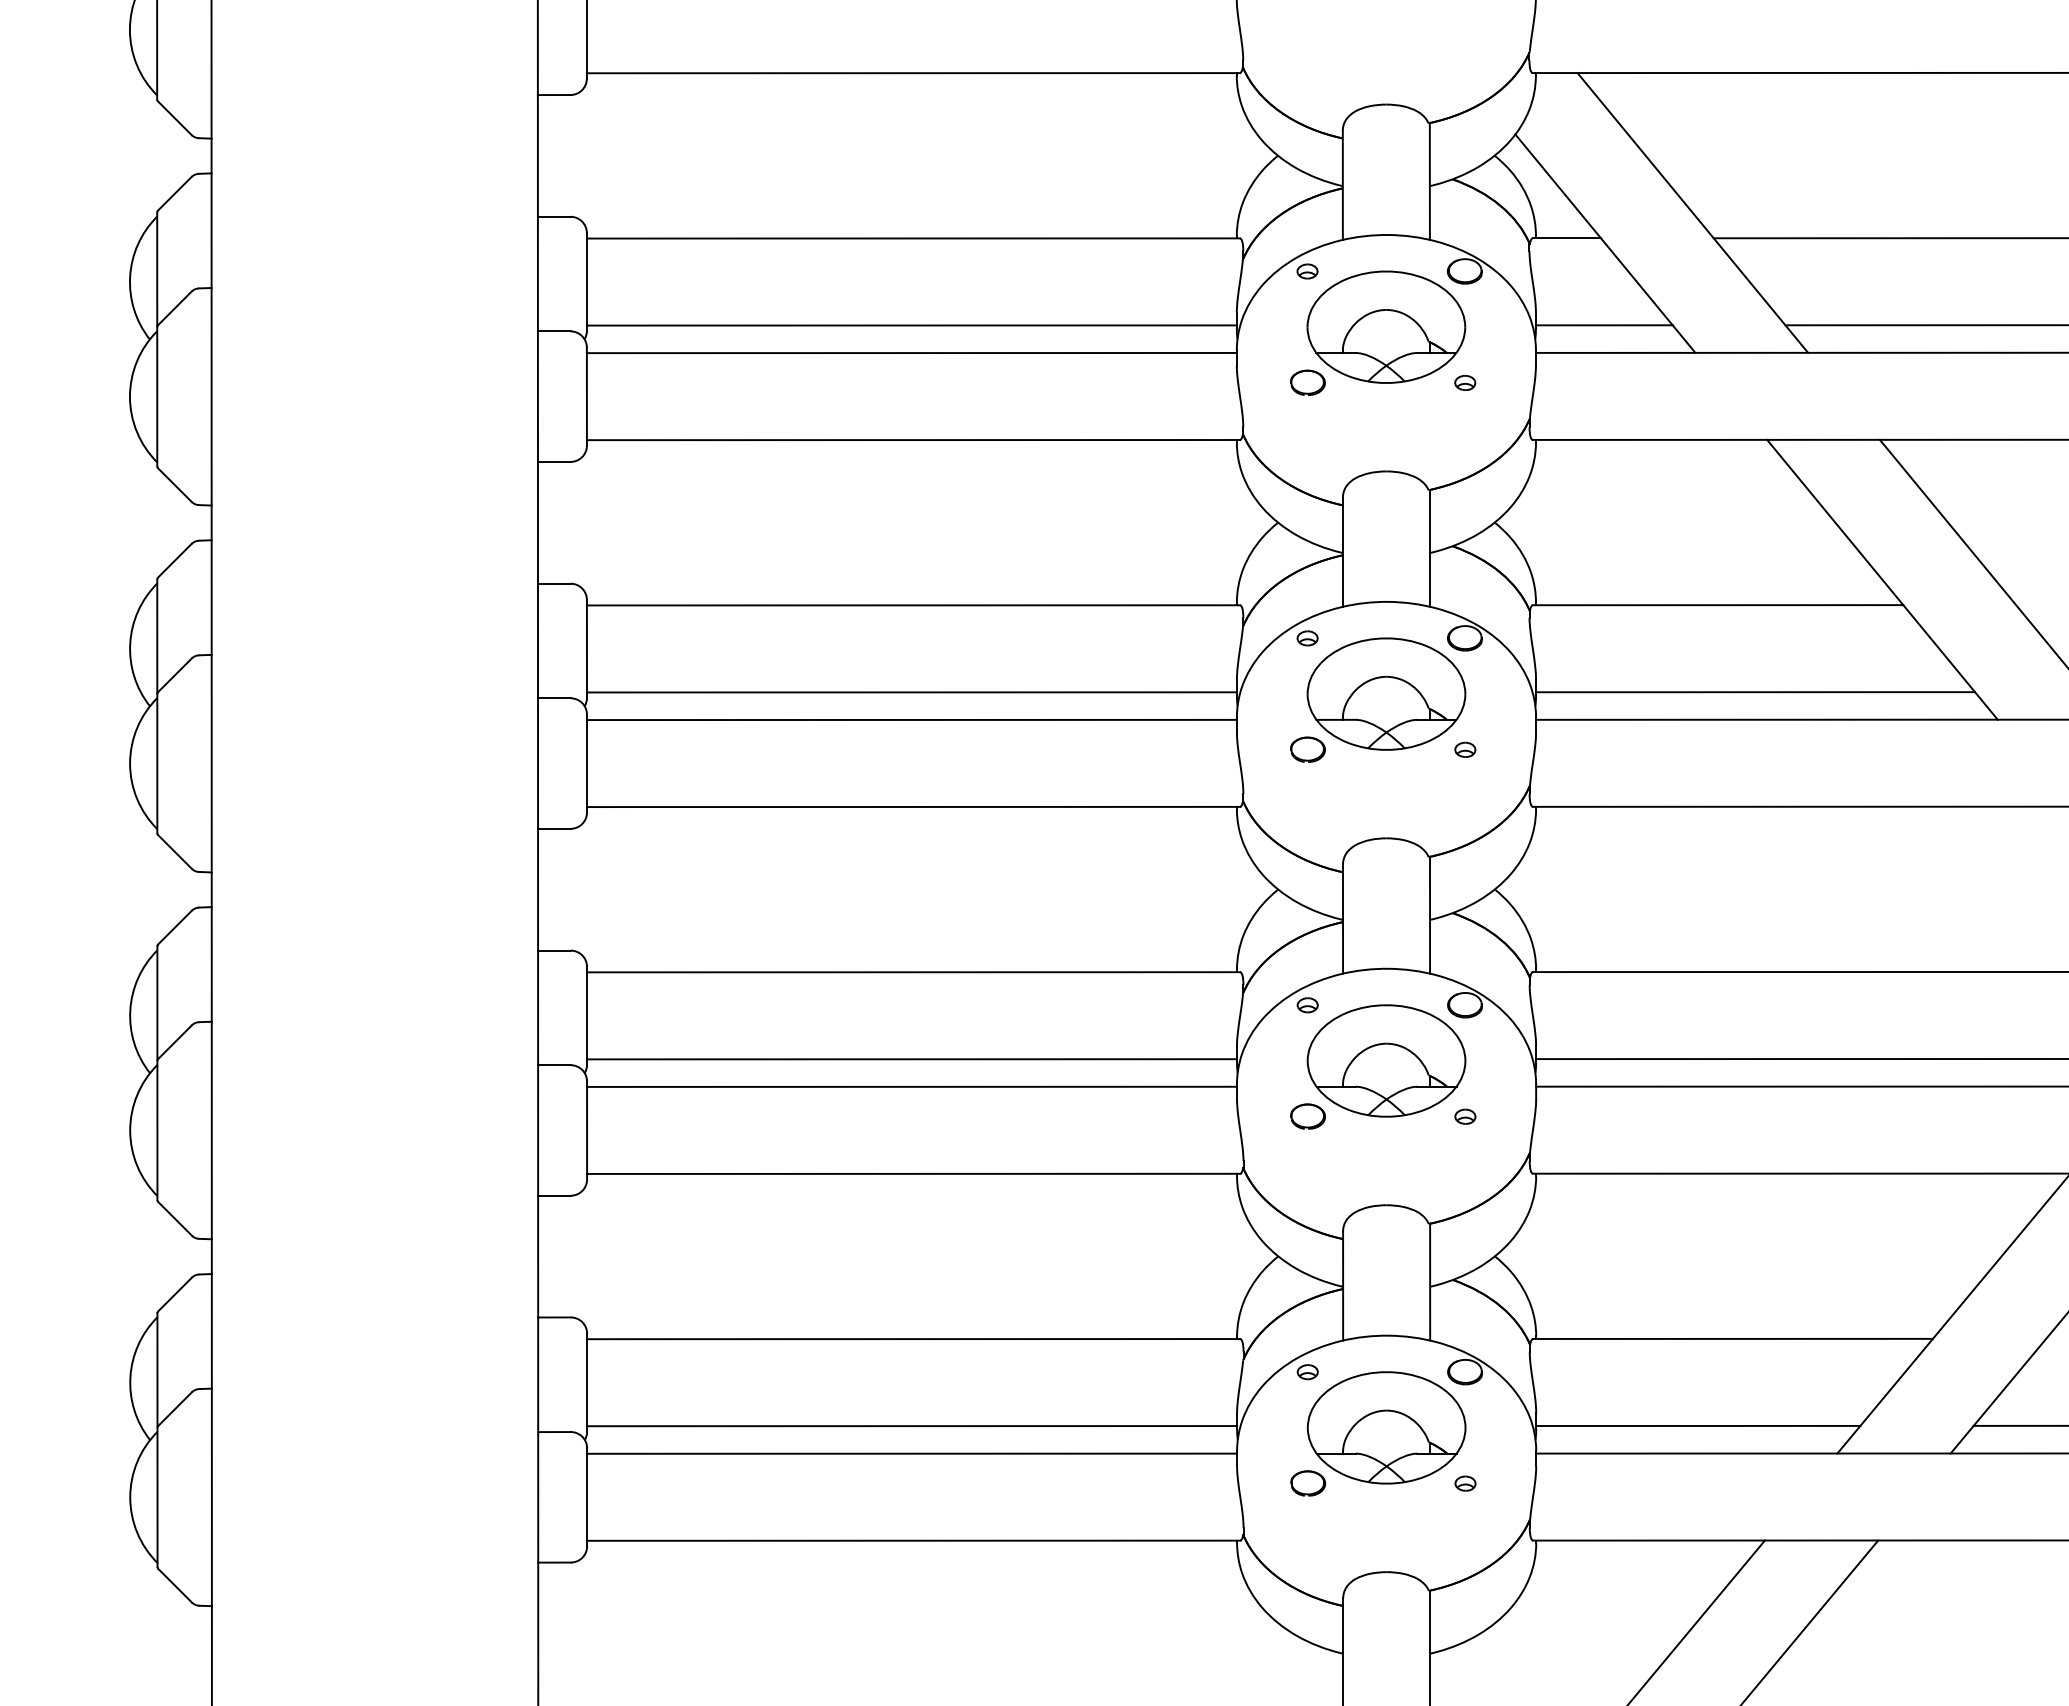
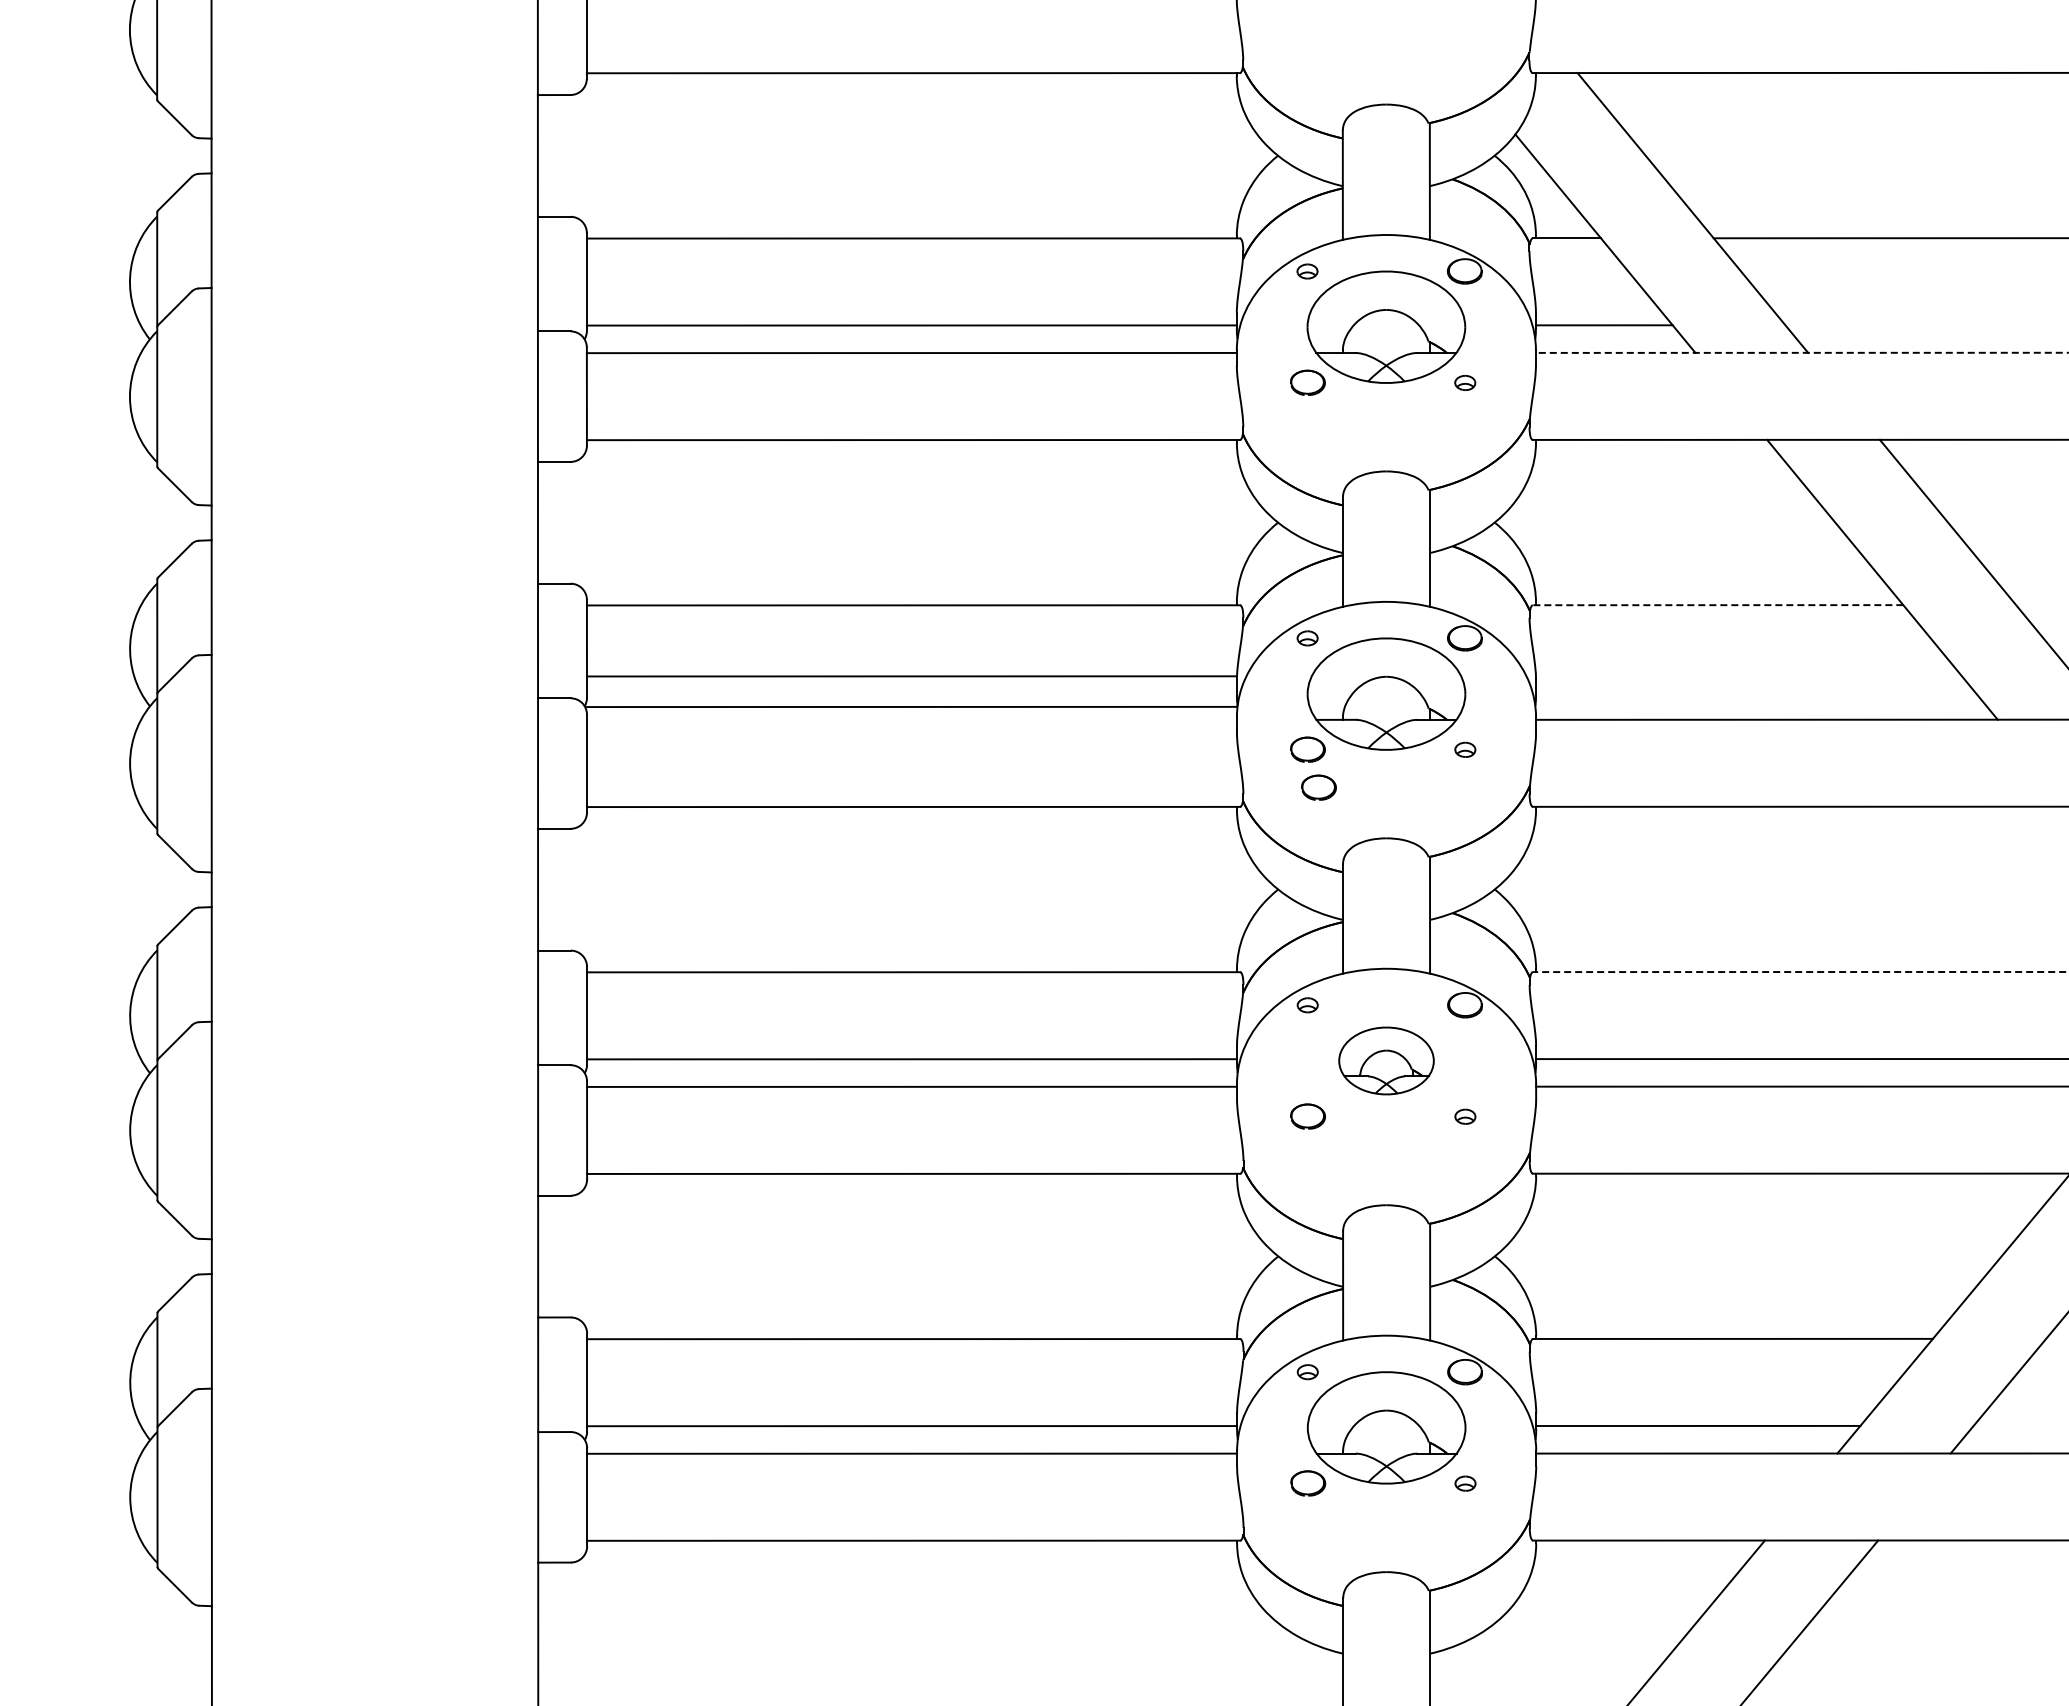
line at (1925, 325): present -> none
line at (1801, 352): solid -> dashed
line at (1717, 605): solid -> dashed
line at (911, 692) position: (911, 692) -> (911, 676)
line at (1755, 692): present -> none
line at (911, 719) position: (911, 719) -> (911, 706)
part at (1318, 787): none -> present
line at (1800, 972): solid -> dashed
part at (1386, 1060) size: 161x114 px -> 97x70 px
line at (2019, 1425): present -> none
